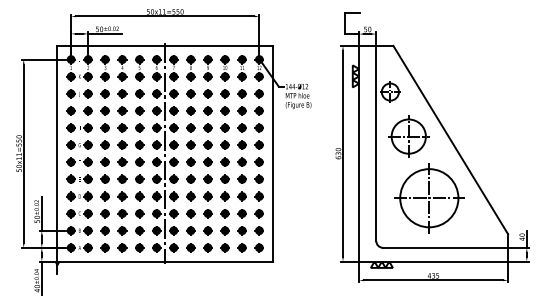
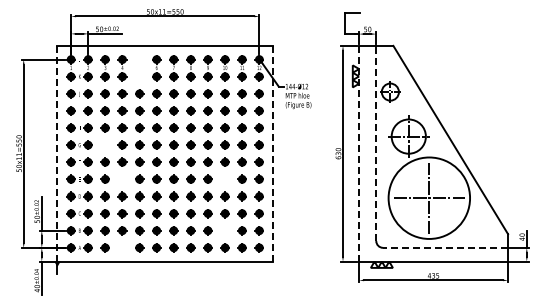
part at (139, 68): present -> none
line at (376, 143): solid -> dashed
part at (104, 144): present -> none
line at (57, 153): solid -> dashed
line at (165, 153): present -> none
line at (273, 153): solid -> dashed
line at (359, 153): solid -> dashed
part at (122, 178): present -> none
part at (224, 178): present -> none
circle at (429, 198) diameter: 58 px -> 81 px
part at (224, 230): present -> none
part at (122, 247): present -> none
line at (445, 247): solid -> dashed
